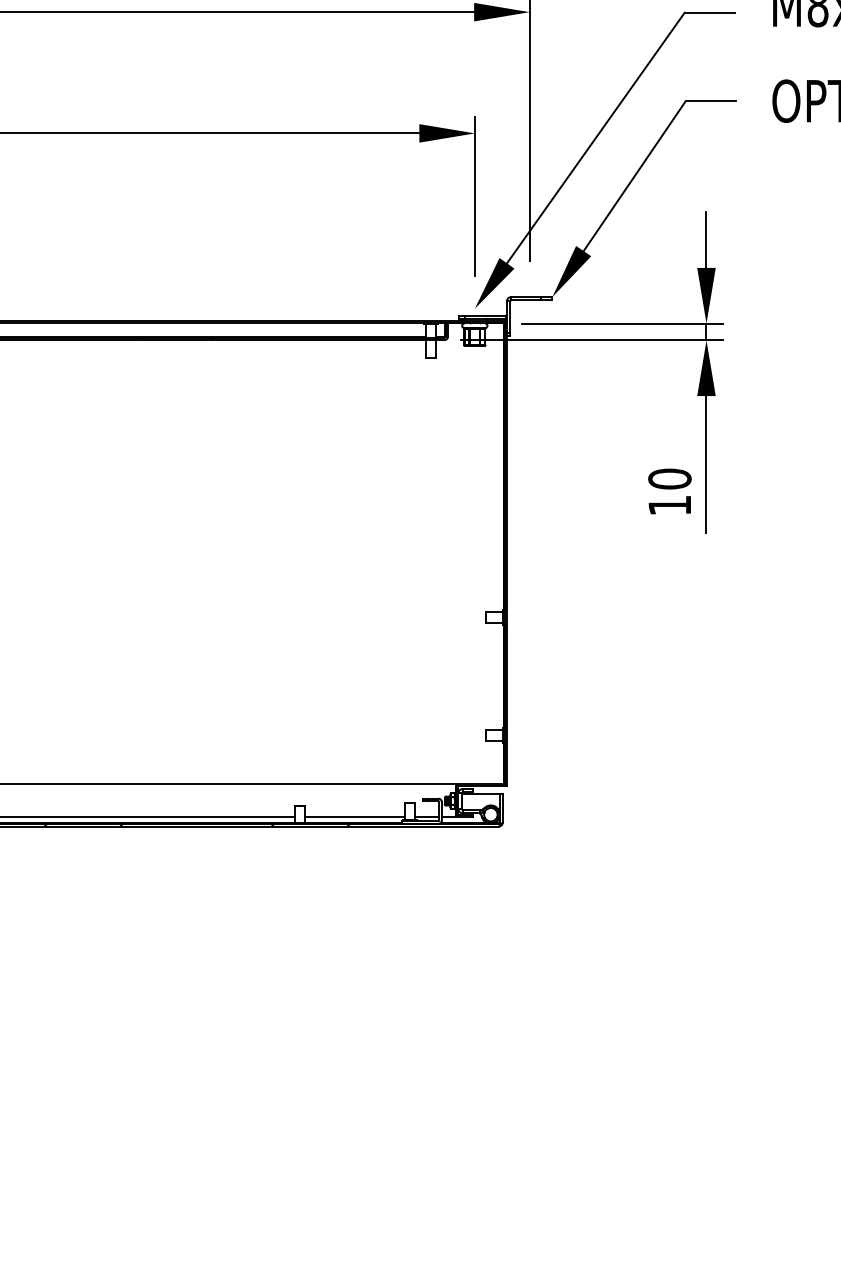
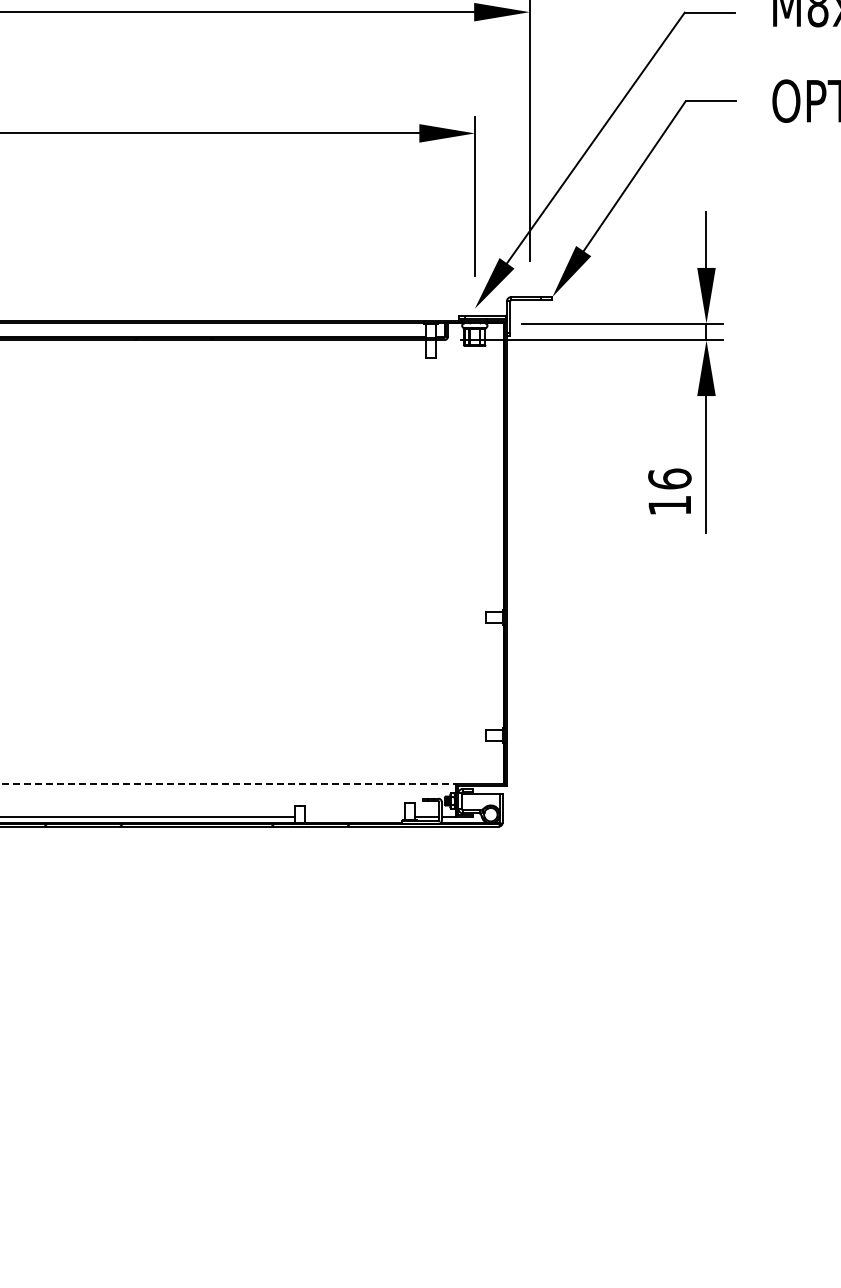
text at (669, 478): 10 -> 16
line at (227, 783): solid -> dashed
line at (354, 817): present -> none
